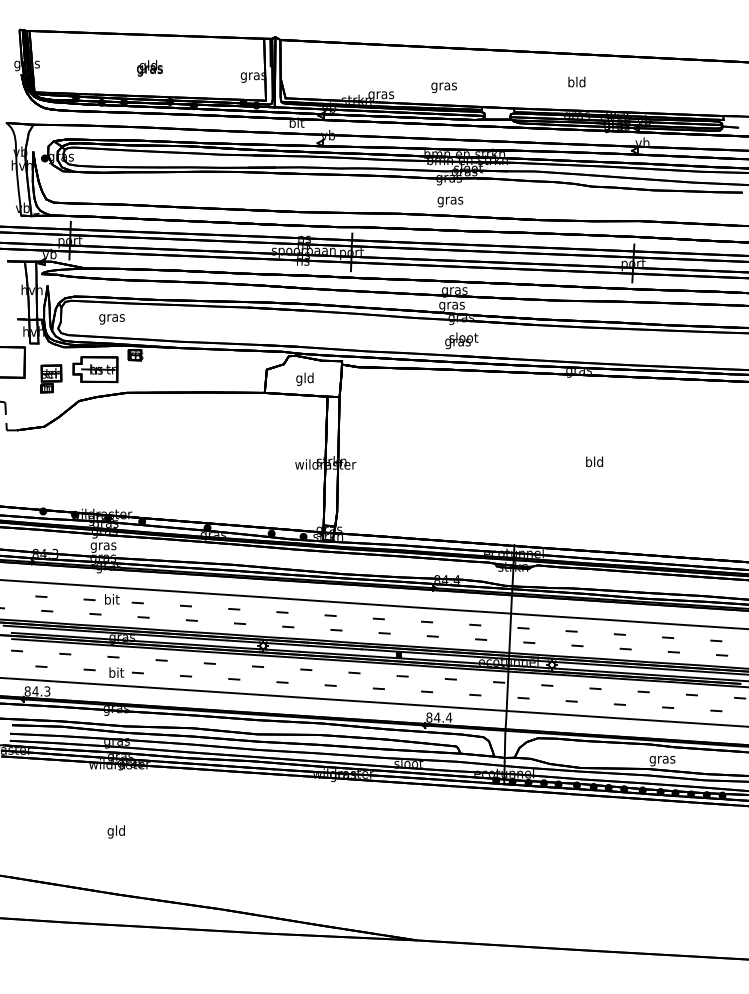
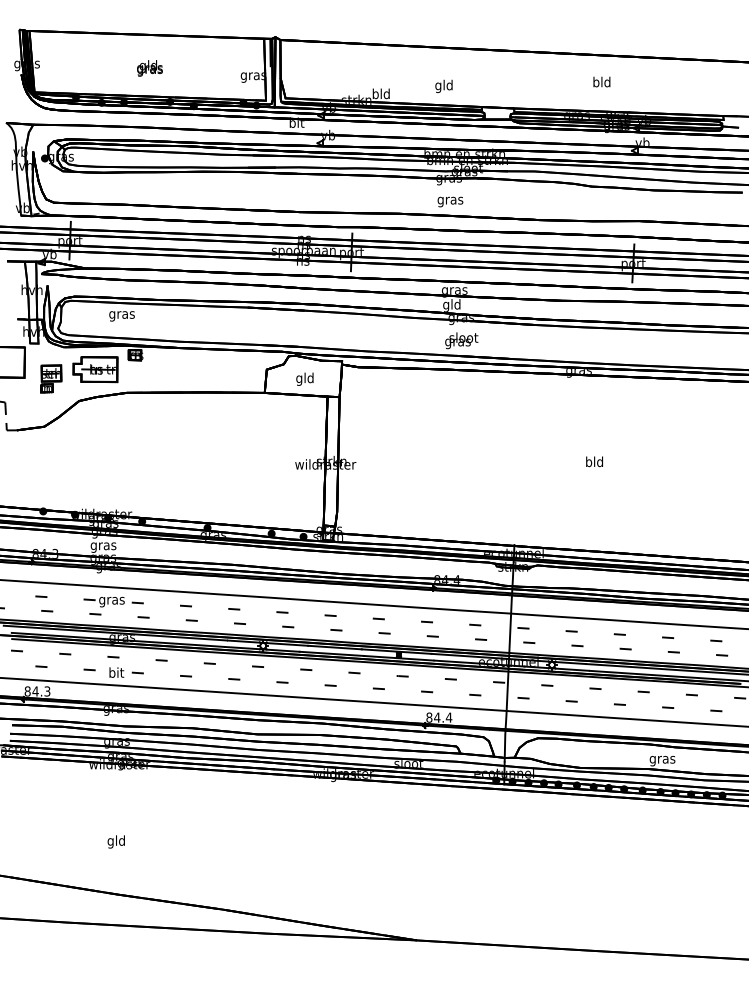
text at (576, 81) position: (576, 81) -> (601, 81)
text at (443, 86): gras -> gld
text at (381, 94): gras -> bld
text at (451, 305): gras -> gld
text at (111, 319) position: (111, 319) -> (121, 316)
text at (111, 600): bit -> gras
text at (115, 831) position: (115, 831) -> (115, 841)
